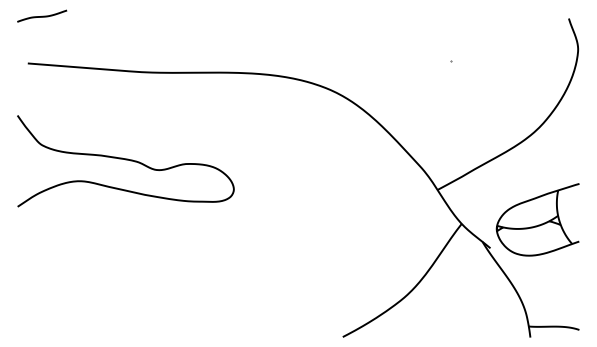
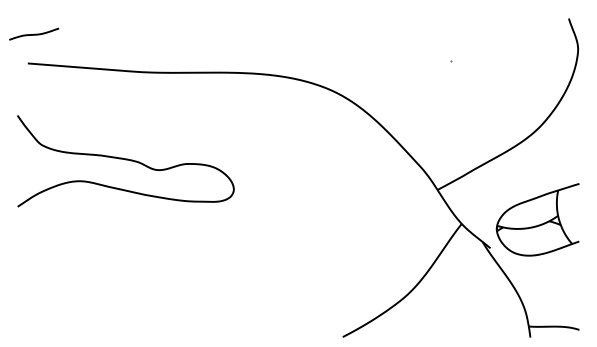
curve at (42, 15) position: (42, 15) -> (34, 33)
